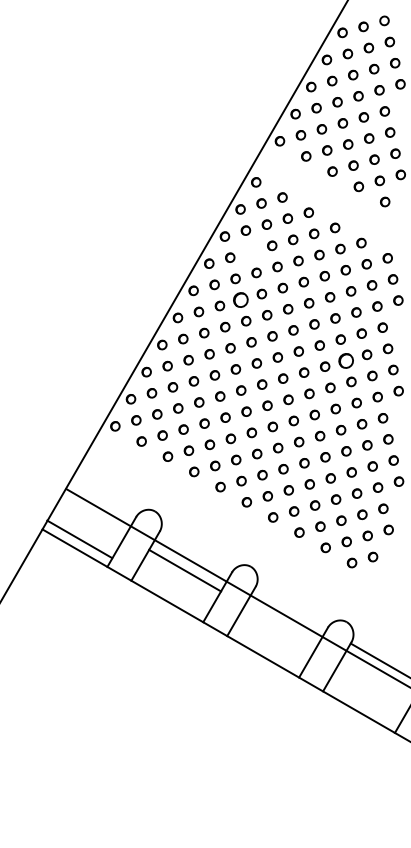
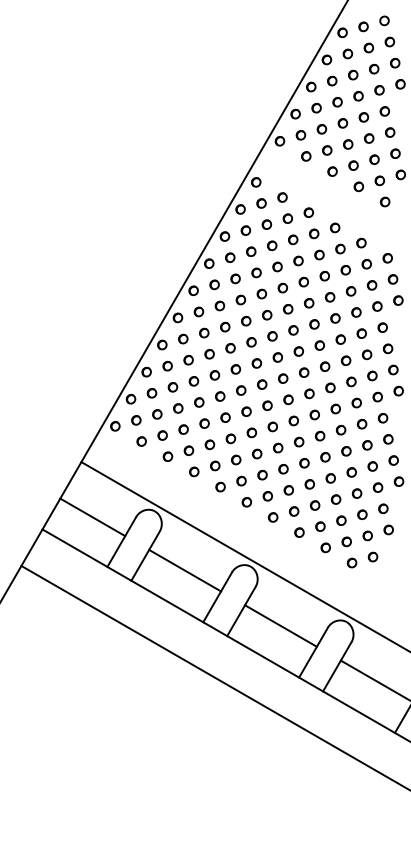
part at (251, 251): none -> present
part at (240, 299) size: 16x16 px -> 12x12 px
part at (345, 360) size: 16x16 px -> 12x11 px
line at (79, 539) position: (79, 539) -> (92, 517)
line at (236, 587) position: (236, 587) -> (244, 556)
line at (280, 625): none -> present
line at (378, 659) position: (378, 659) -> (373, 679)
line at (214, 677): none -> present
